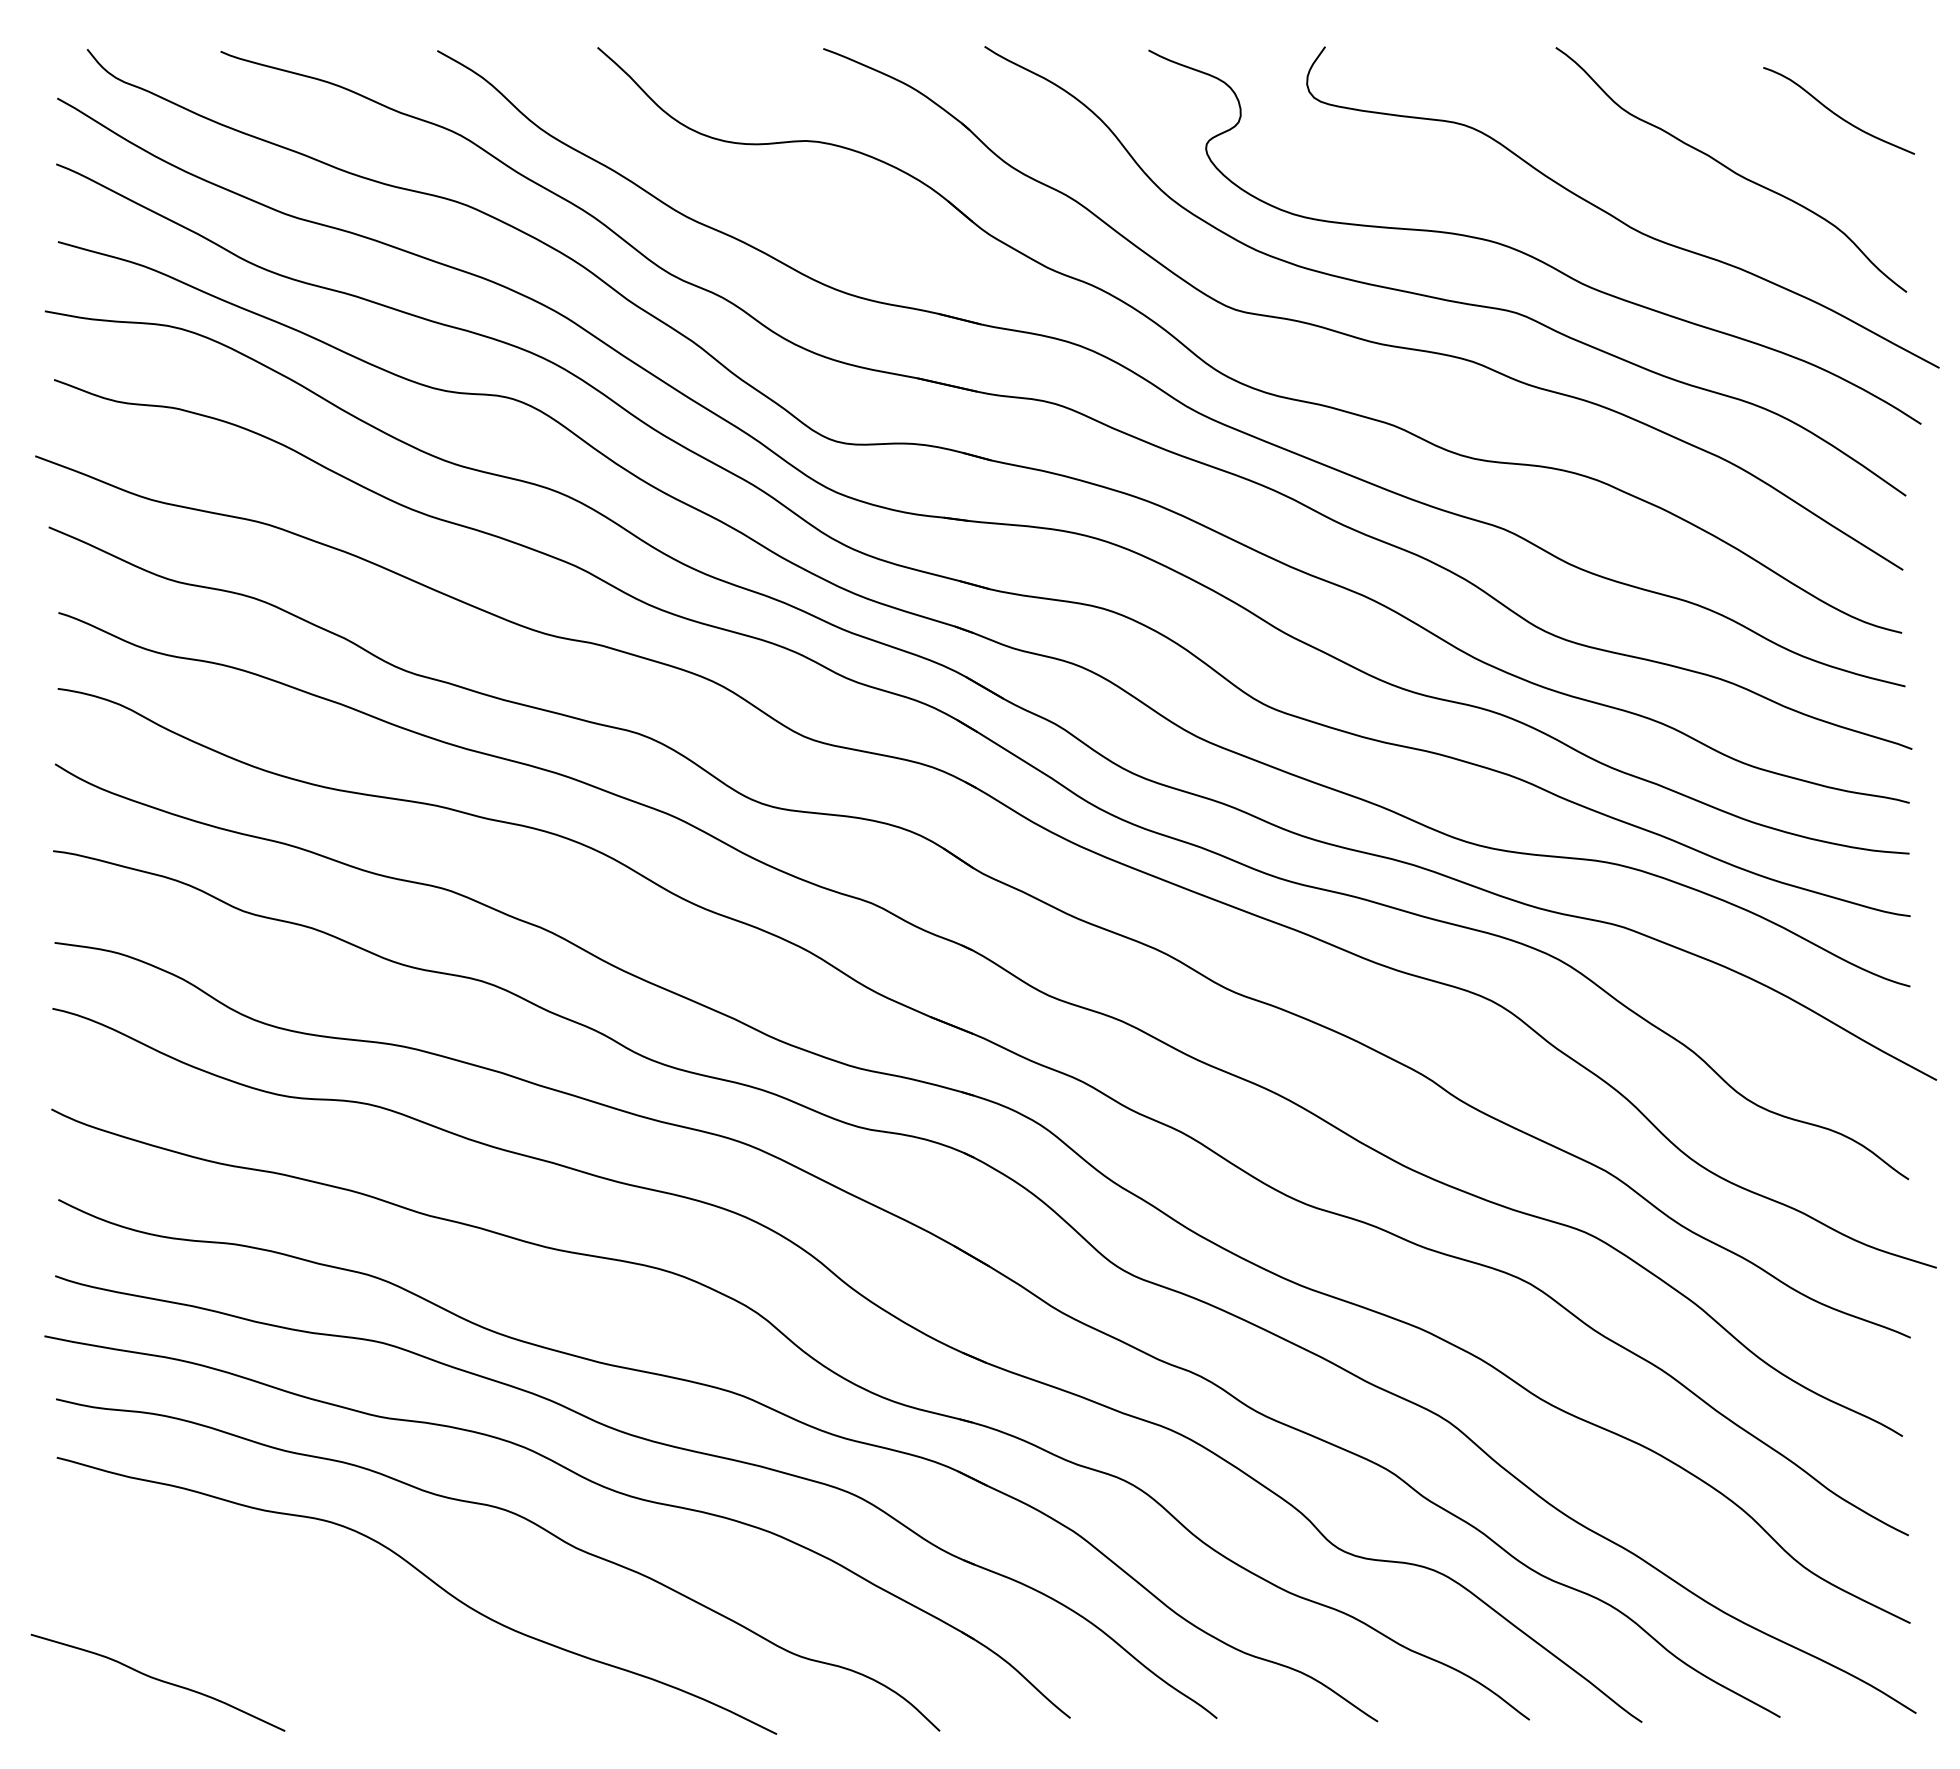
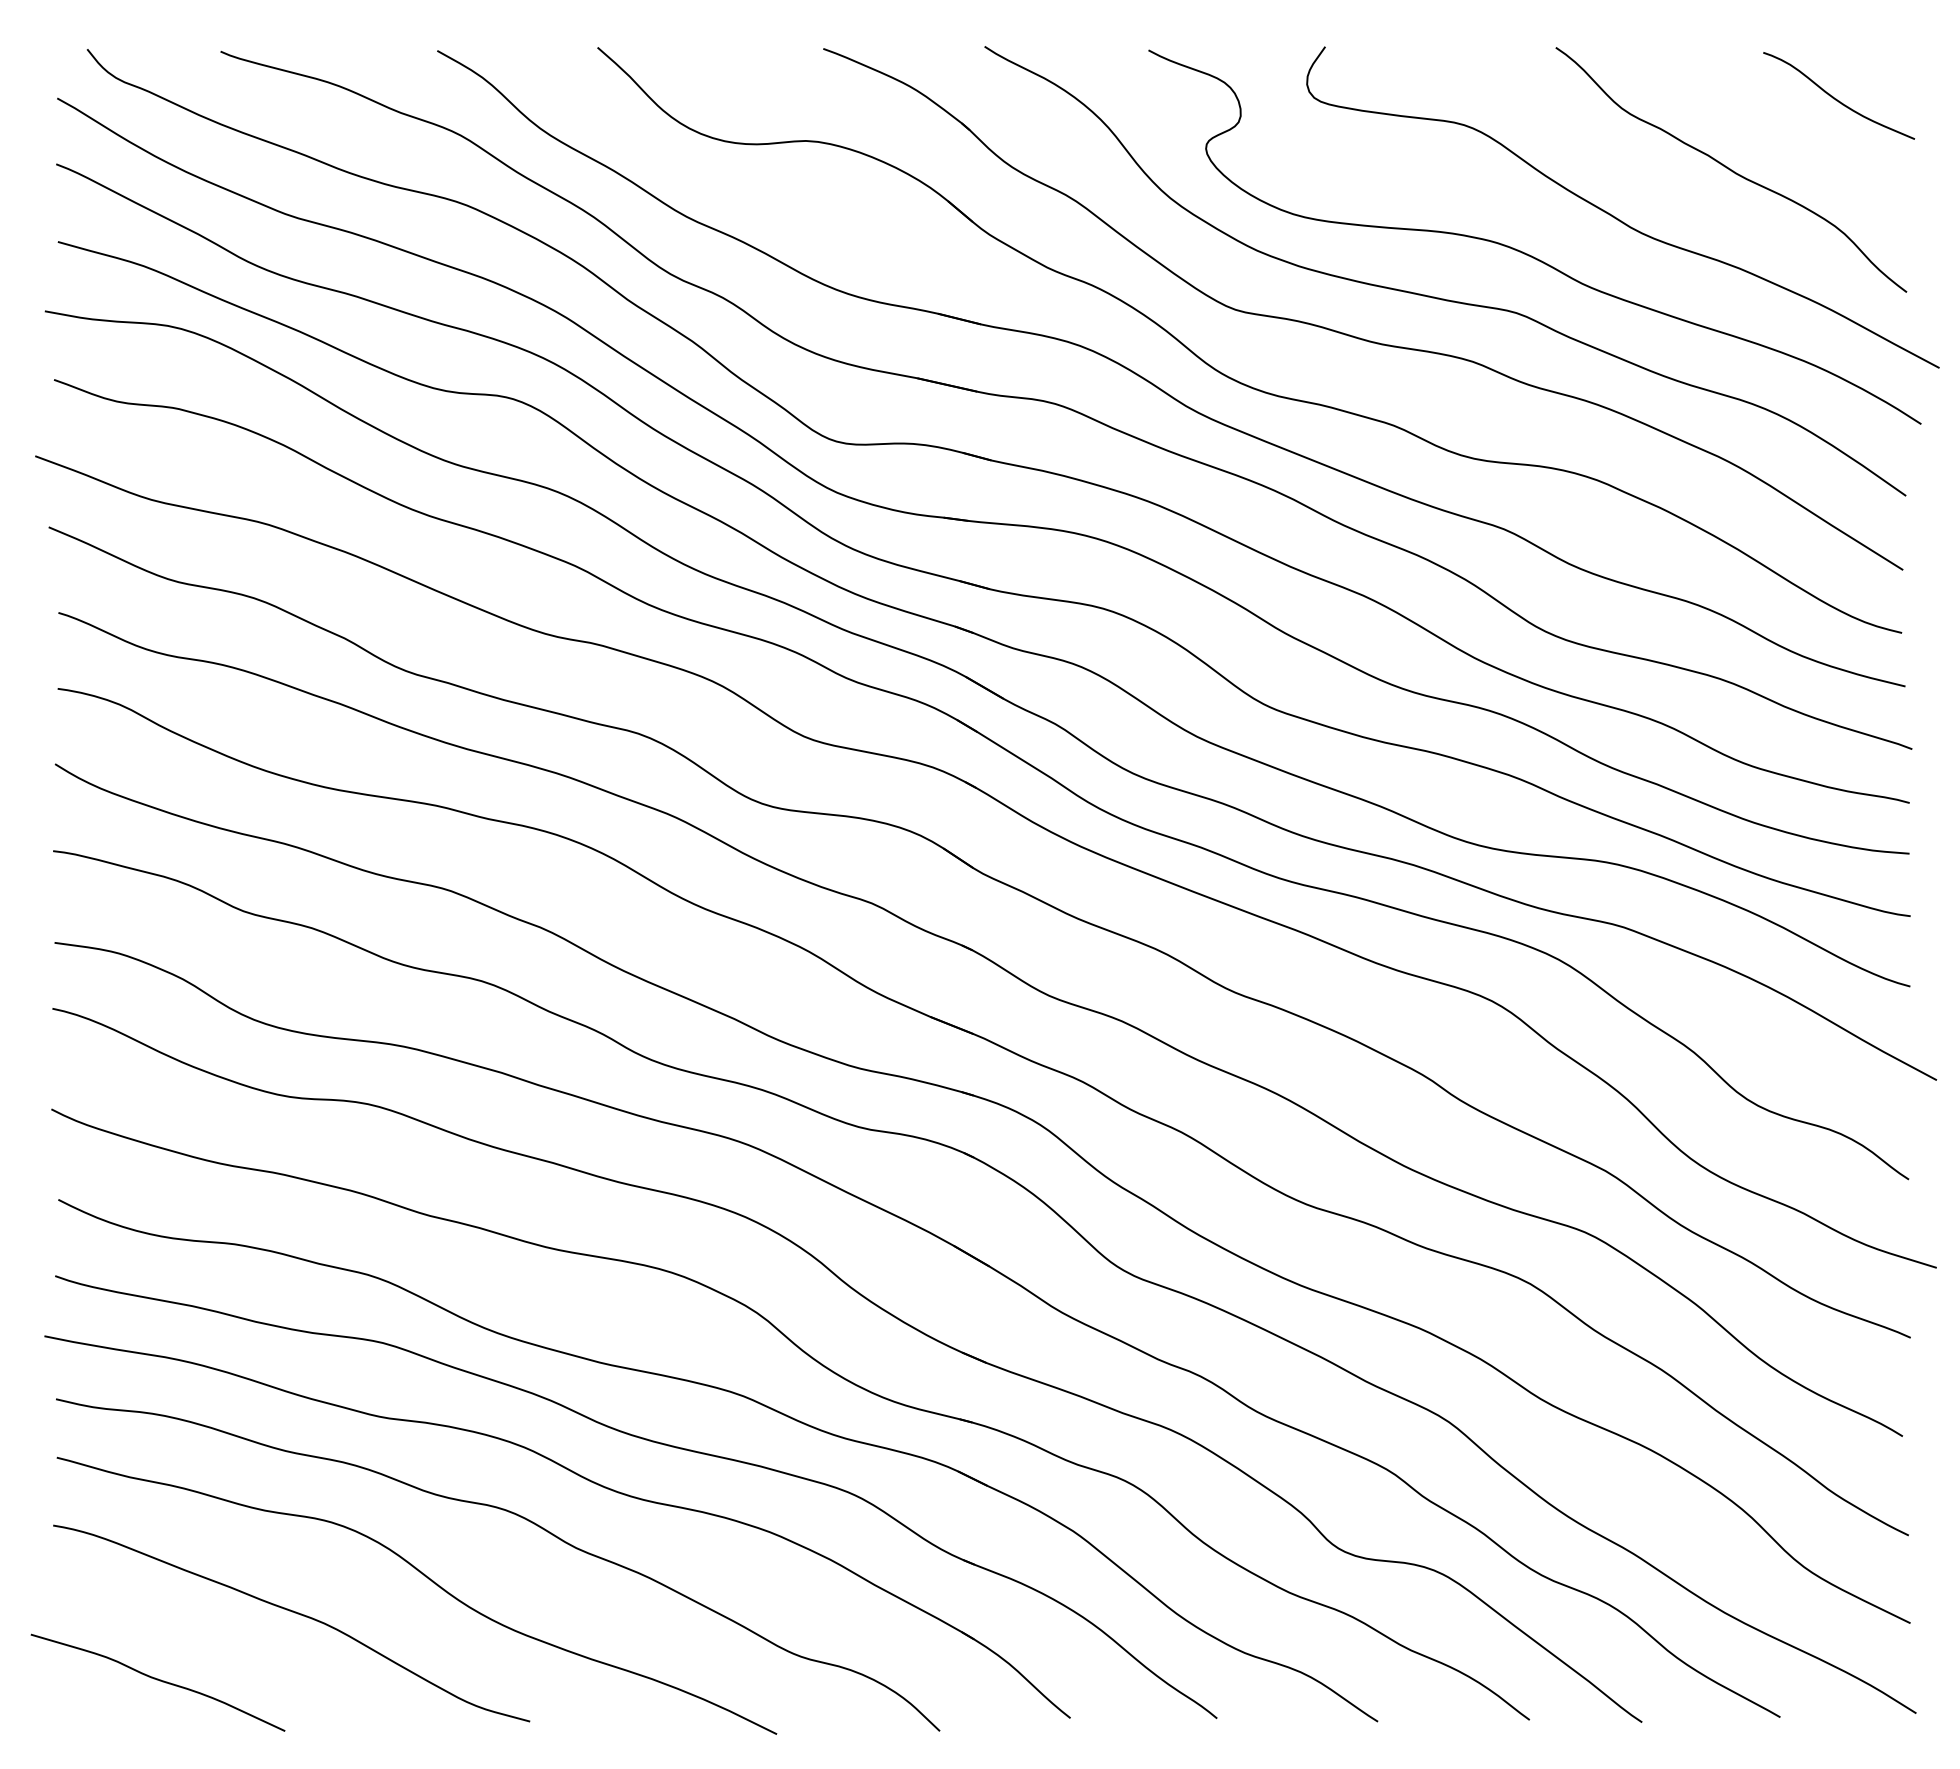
curve at (1836, 113) position: (1836, 113) -> (1836, 98)
curve at (295, 1613): none -> present
